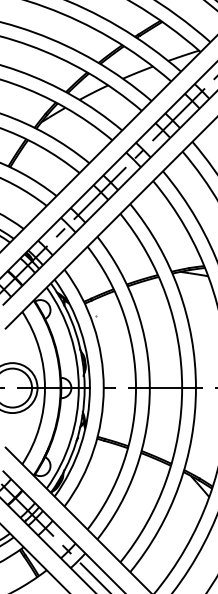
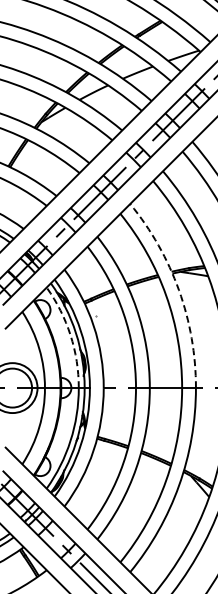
arc at (179, 290): solid -> dashed
arc at (70, 335): solid -> dashed
